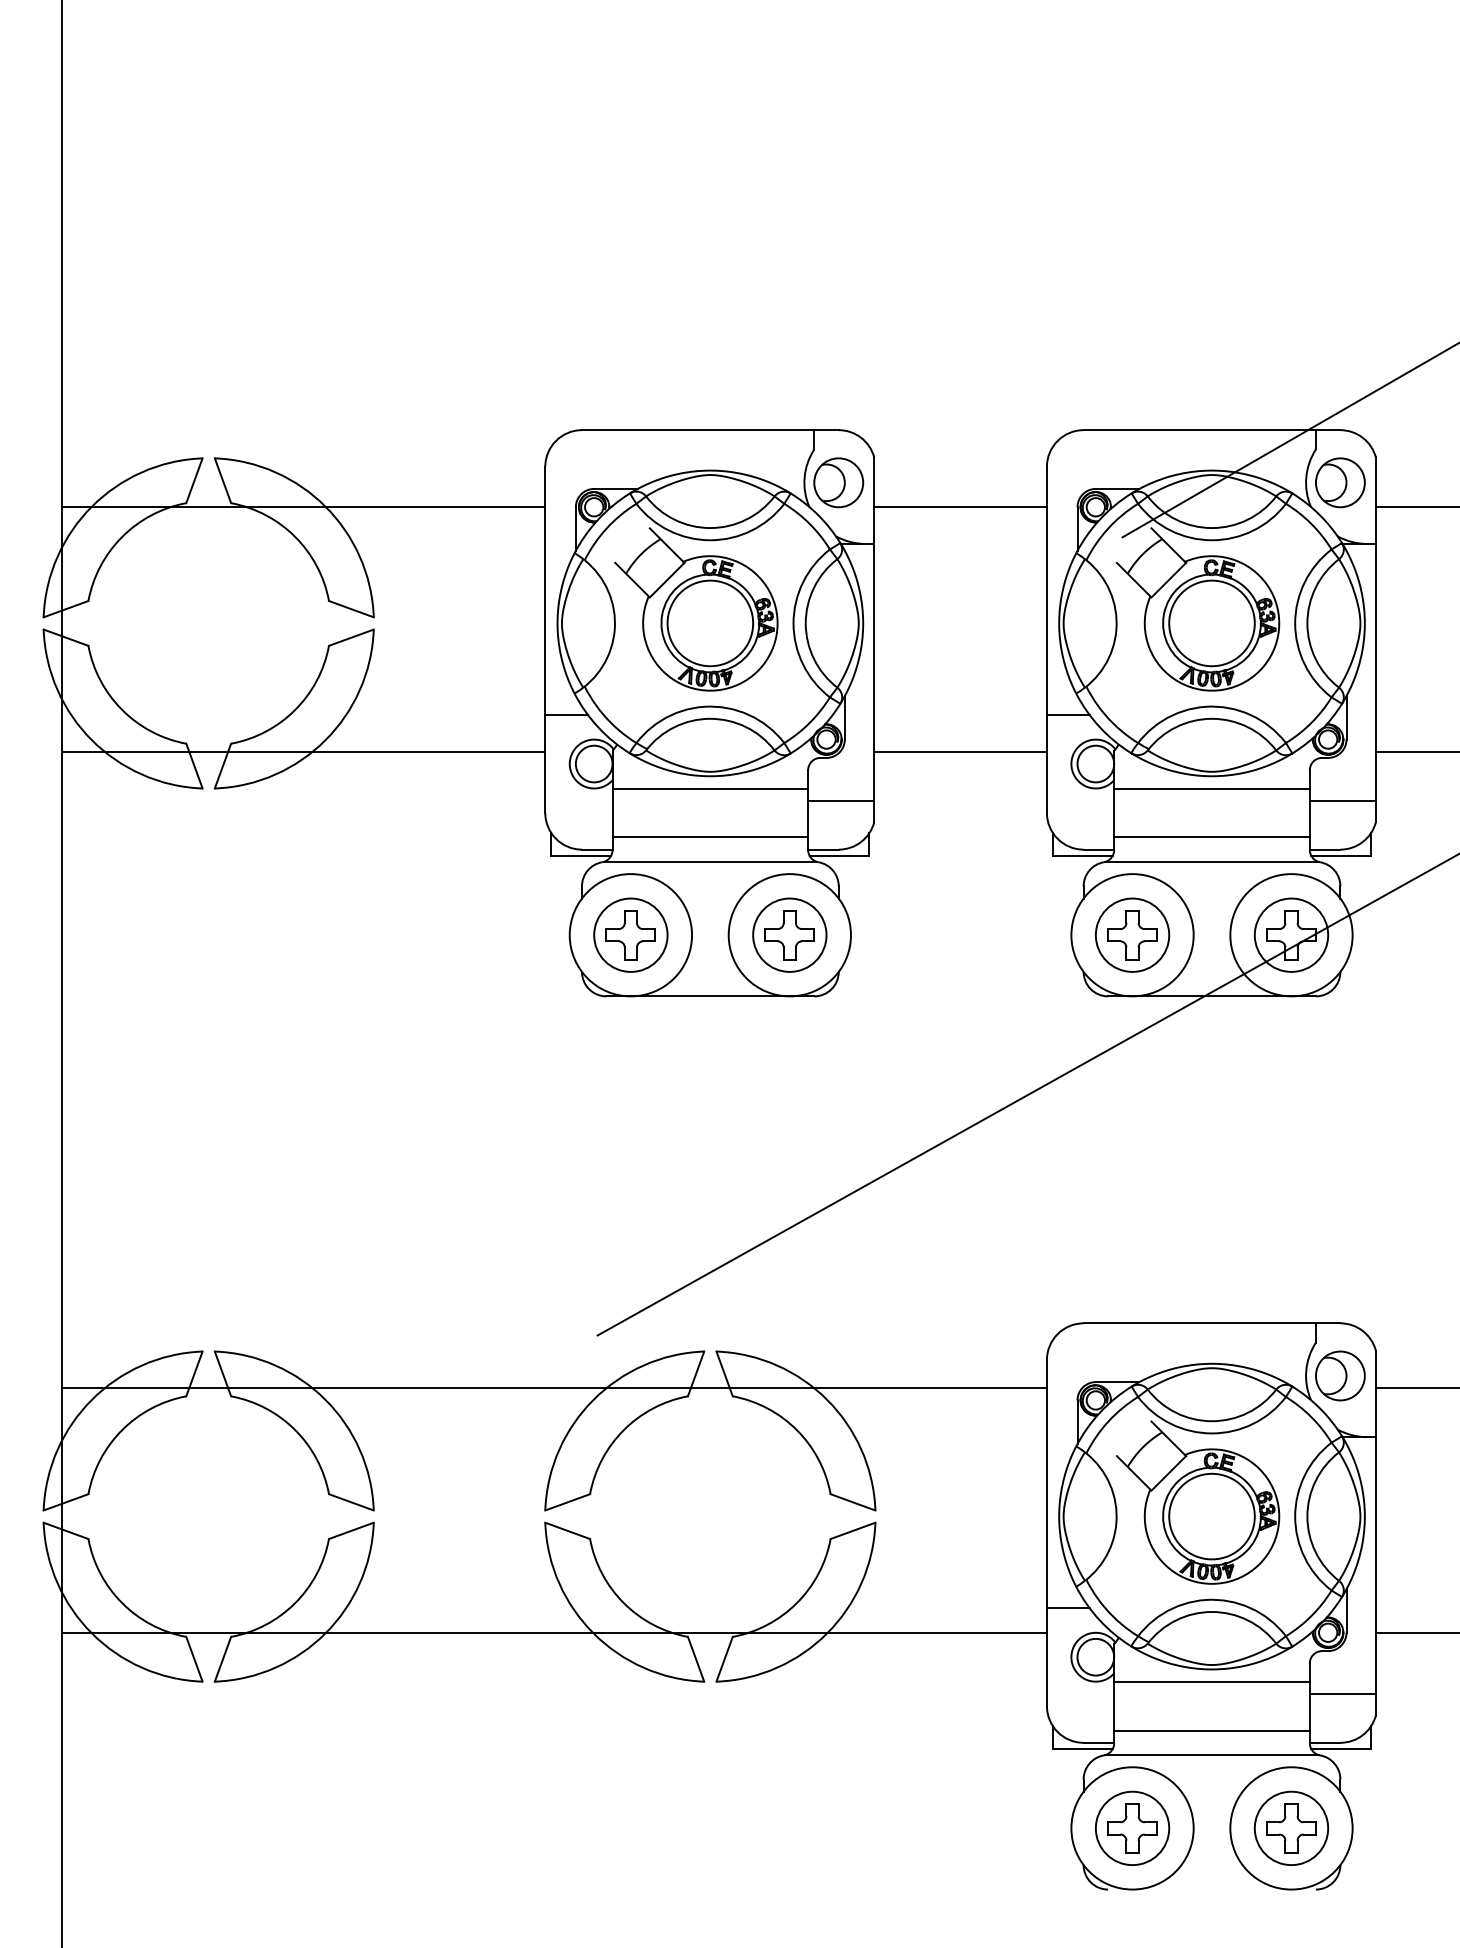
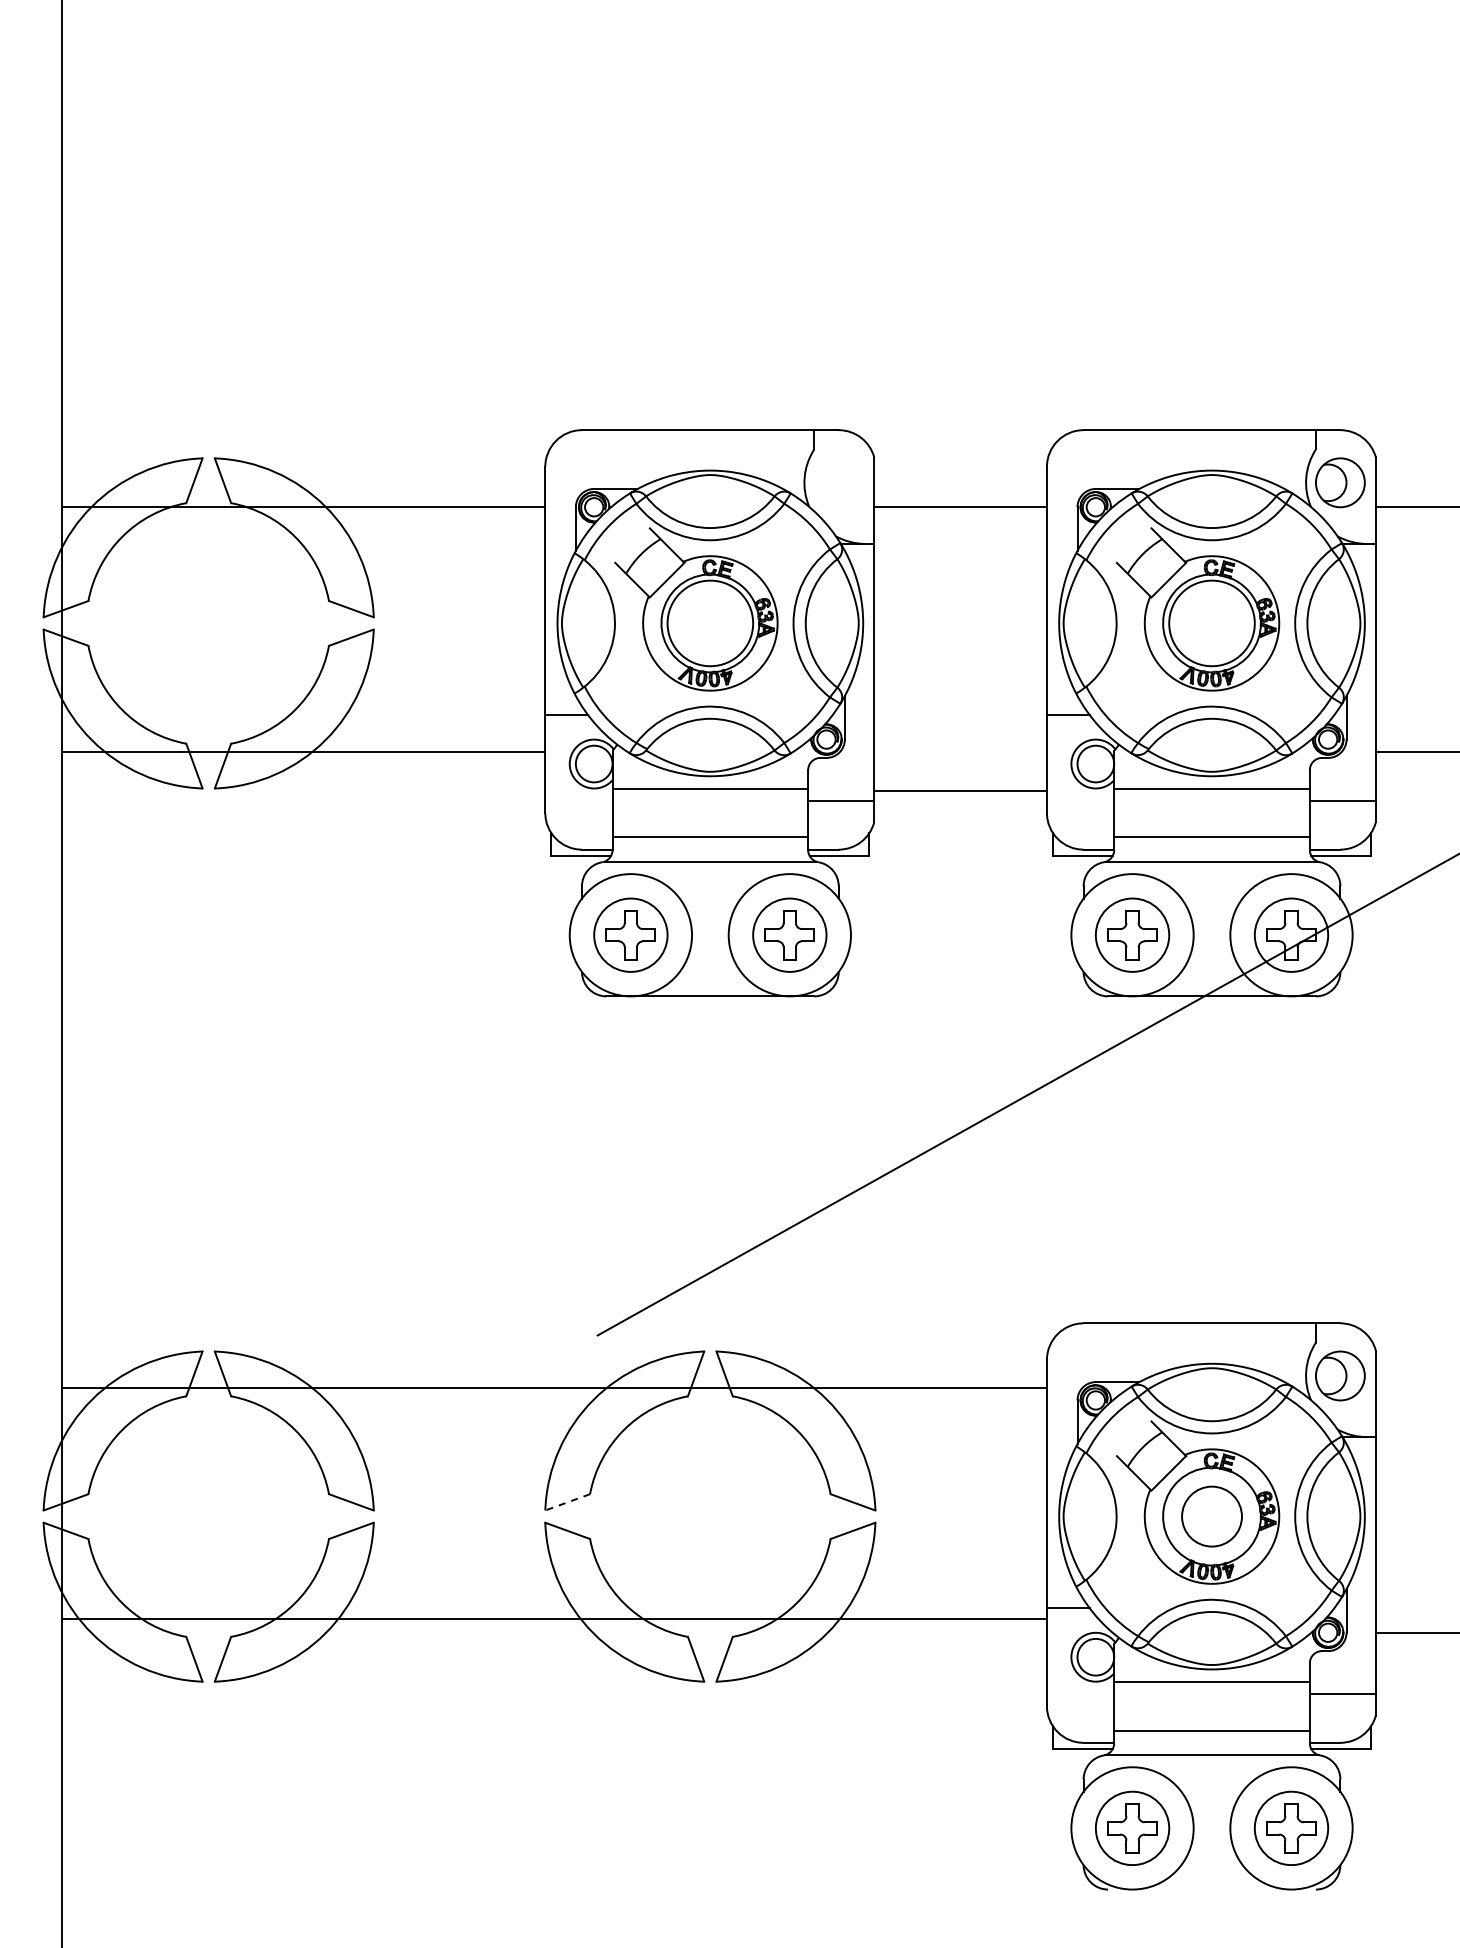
line at (1289, 440): present -> none
part at (838, 482): present -> none
line at (960, 751) position: (960, 751) -> (960, 790)
line at (1415, 1388): present -> none
line at (567, 1502): solid -> dashed
circle at (1211, 1516) diameter: 86 px -> 60 px
line at (553, 1632) position: (553, 1632) -> (553, 1618)
